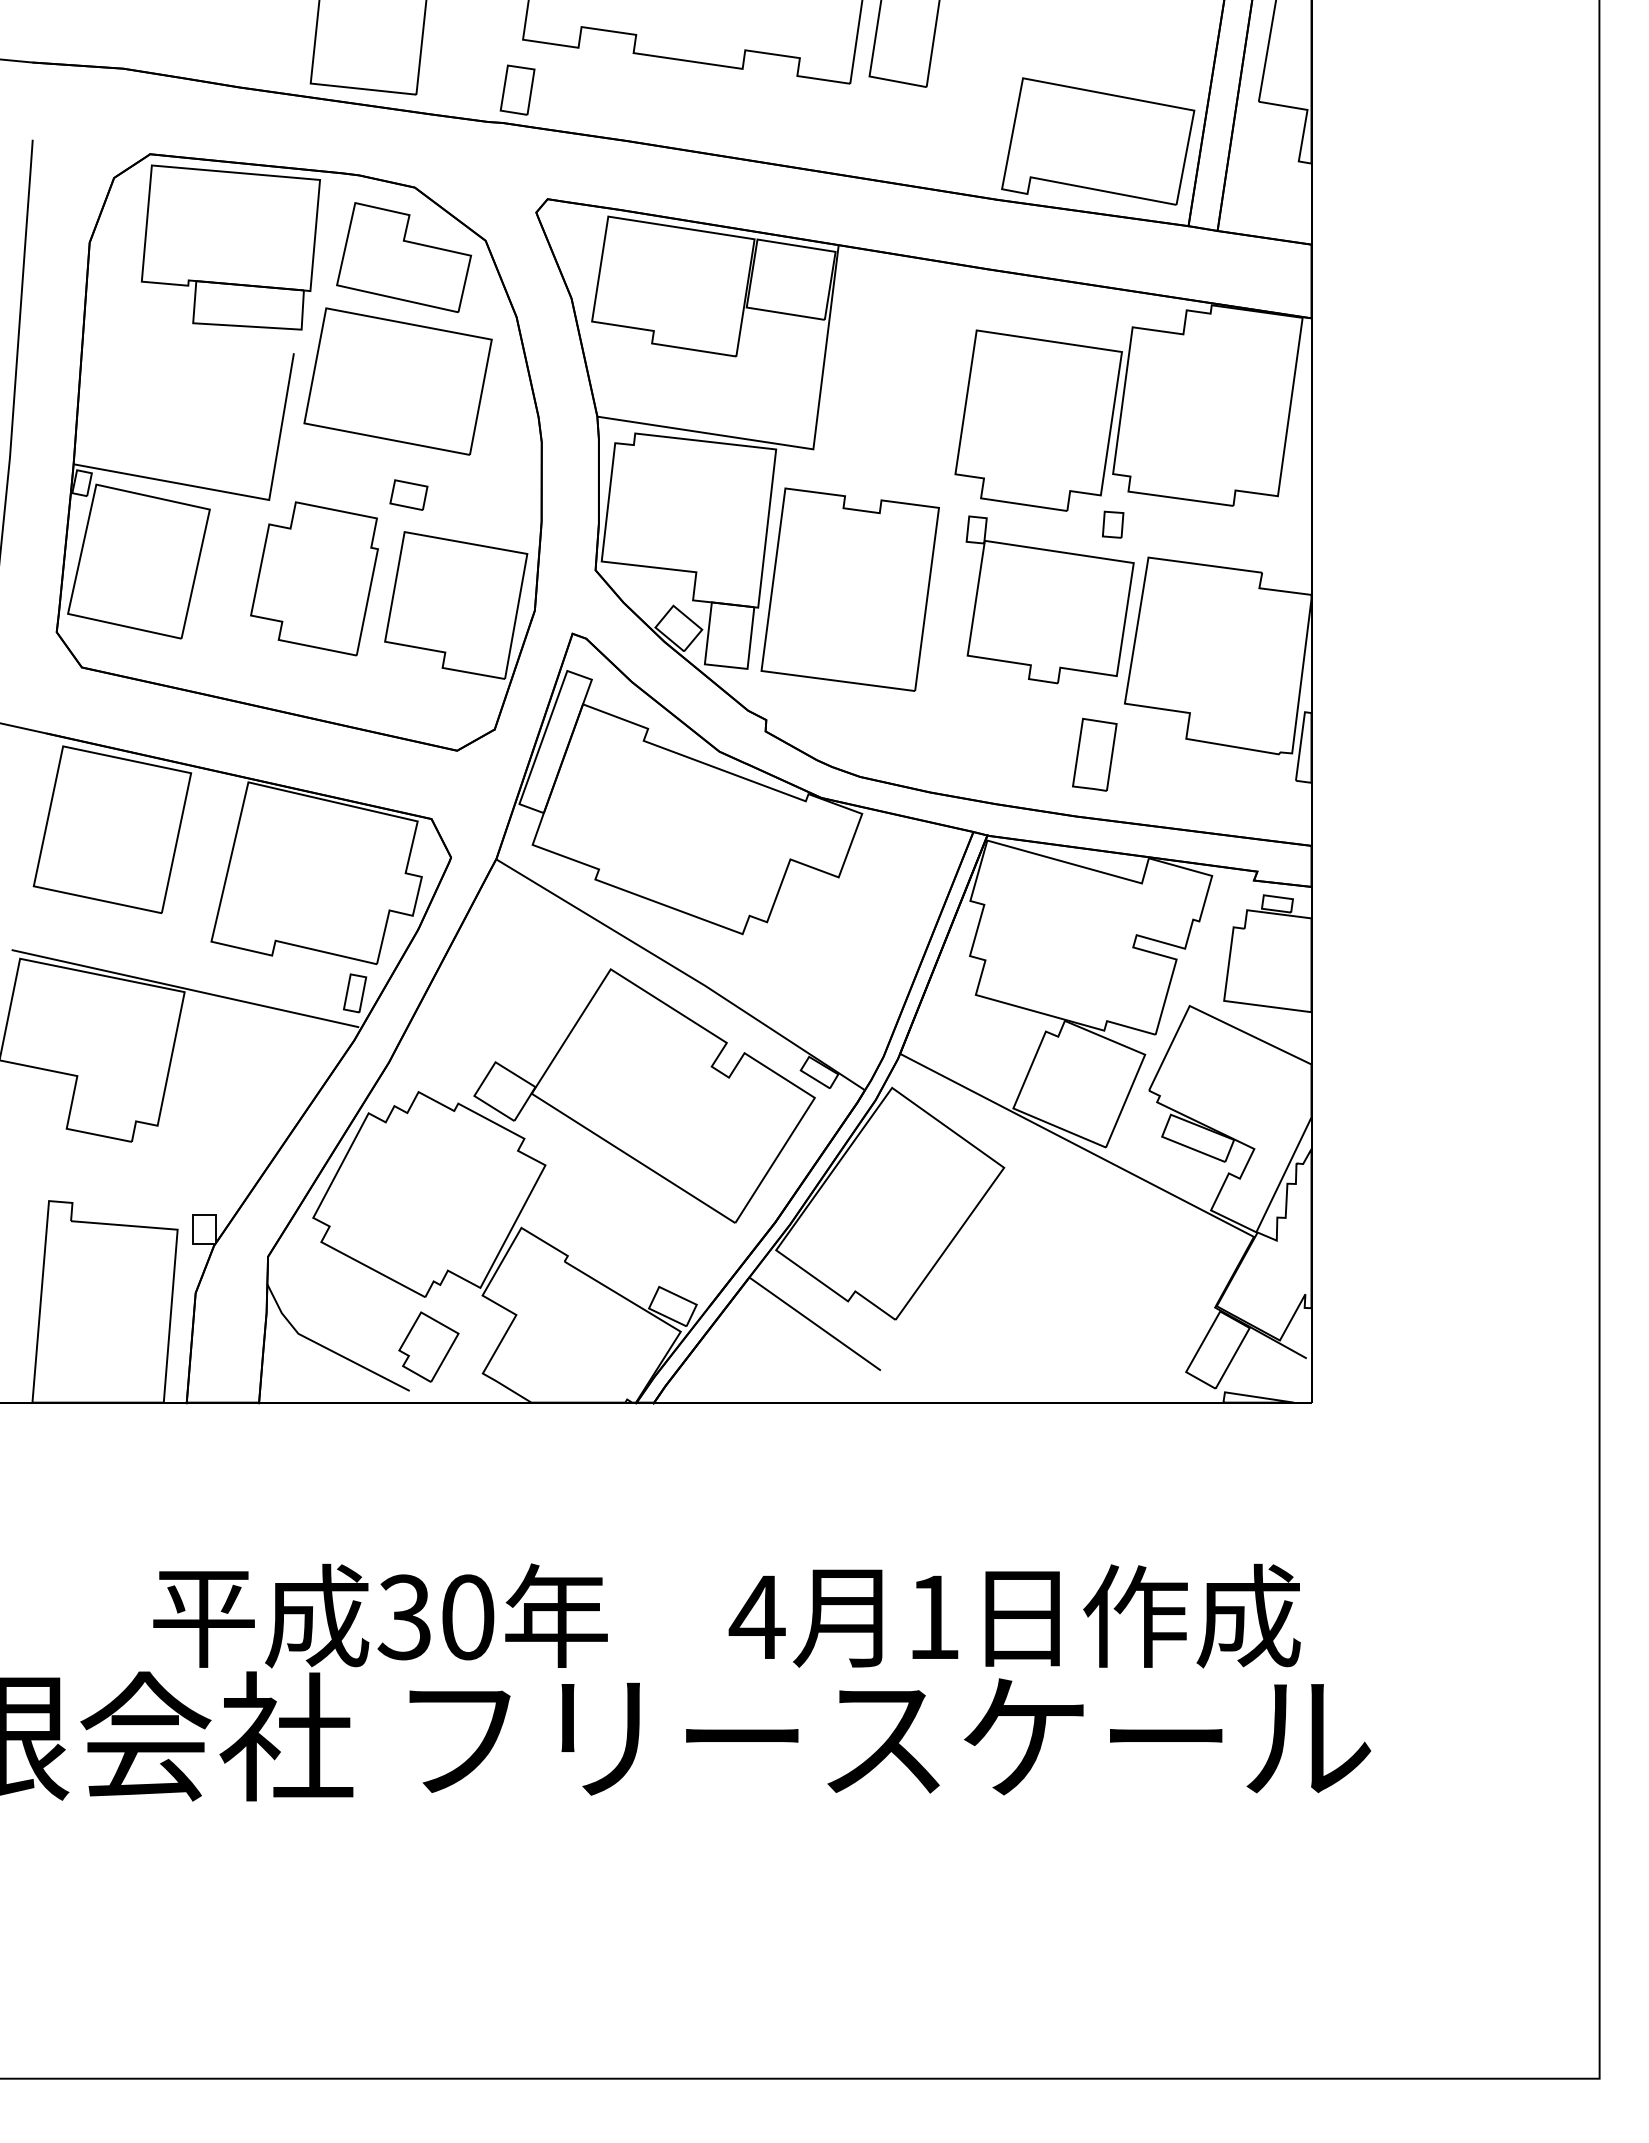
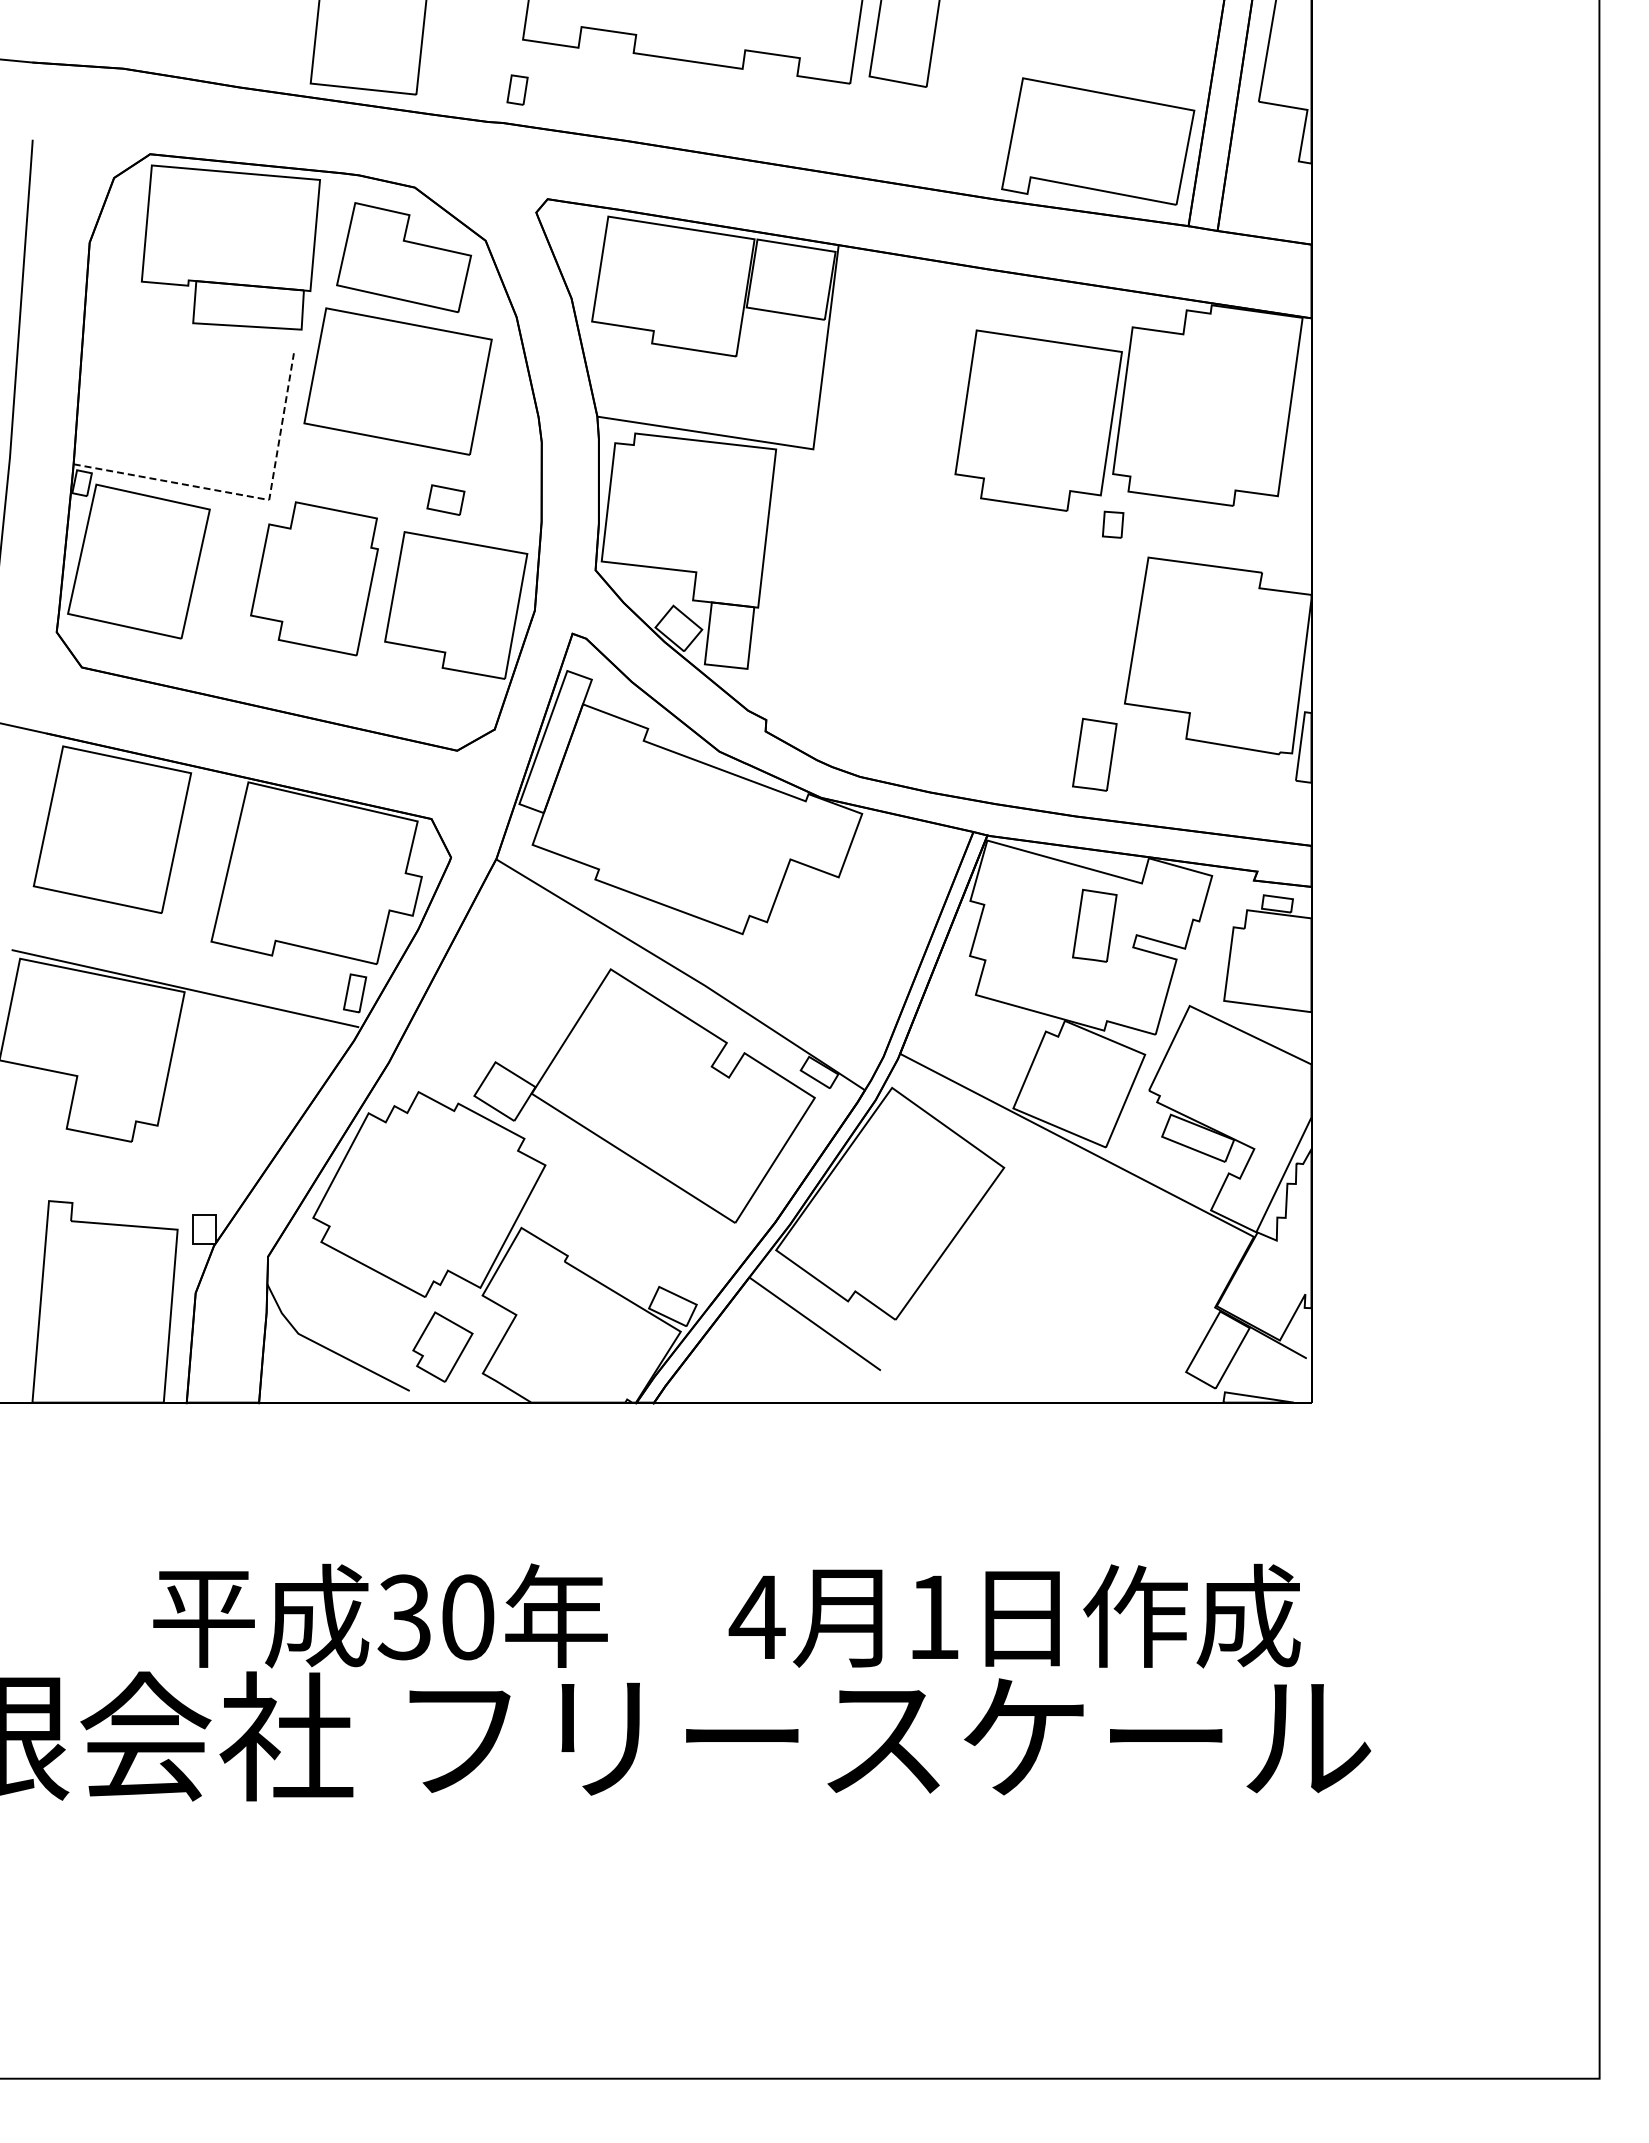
part at (517, 89) size: 37x52 px -> 23x32 px
part at (408, 494) position: (408, 494) -> (445, 499)
line at (245, 495): solid -> dashed
part at (849, 589): present -> none
part at (1049, 599): present -> none
part at (1094, 925): none -> present
part at (428, 1346) position: (428, 1346) -> (442, 1346)
